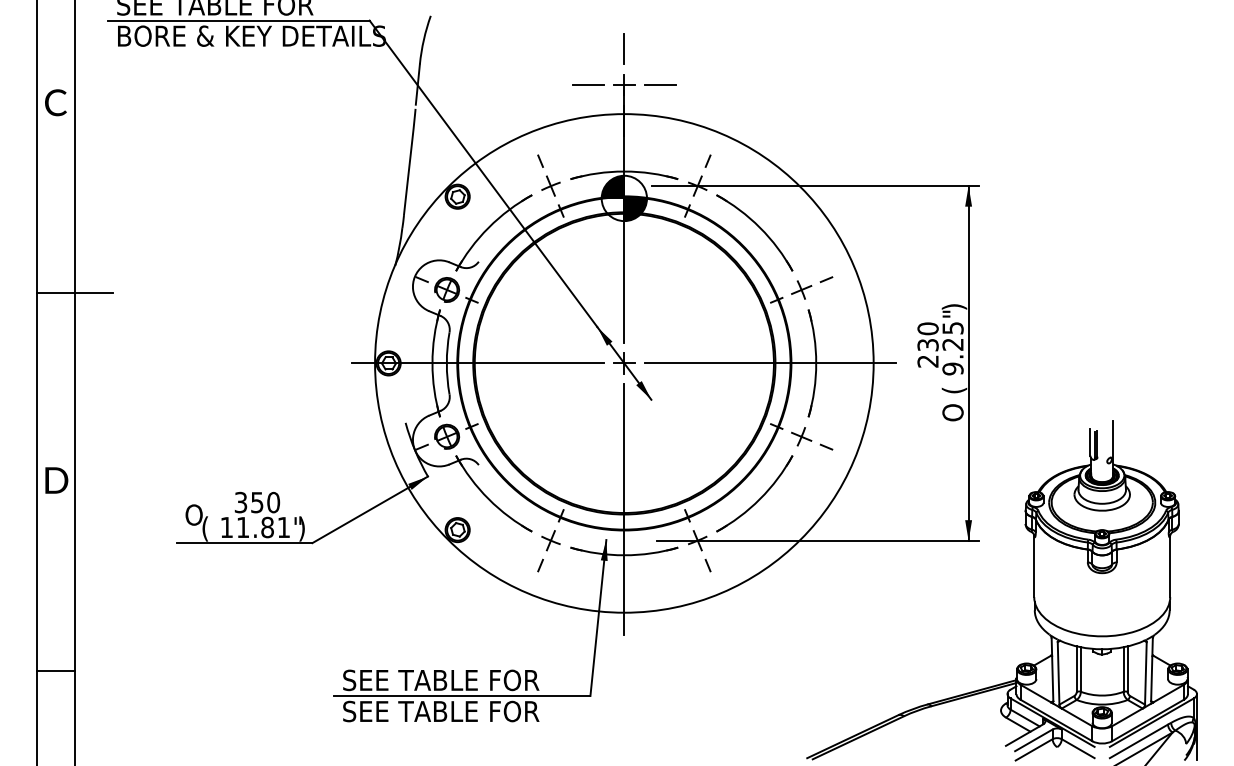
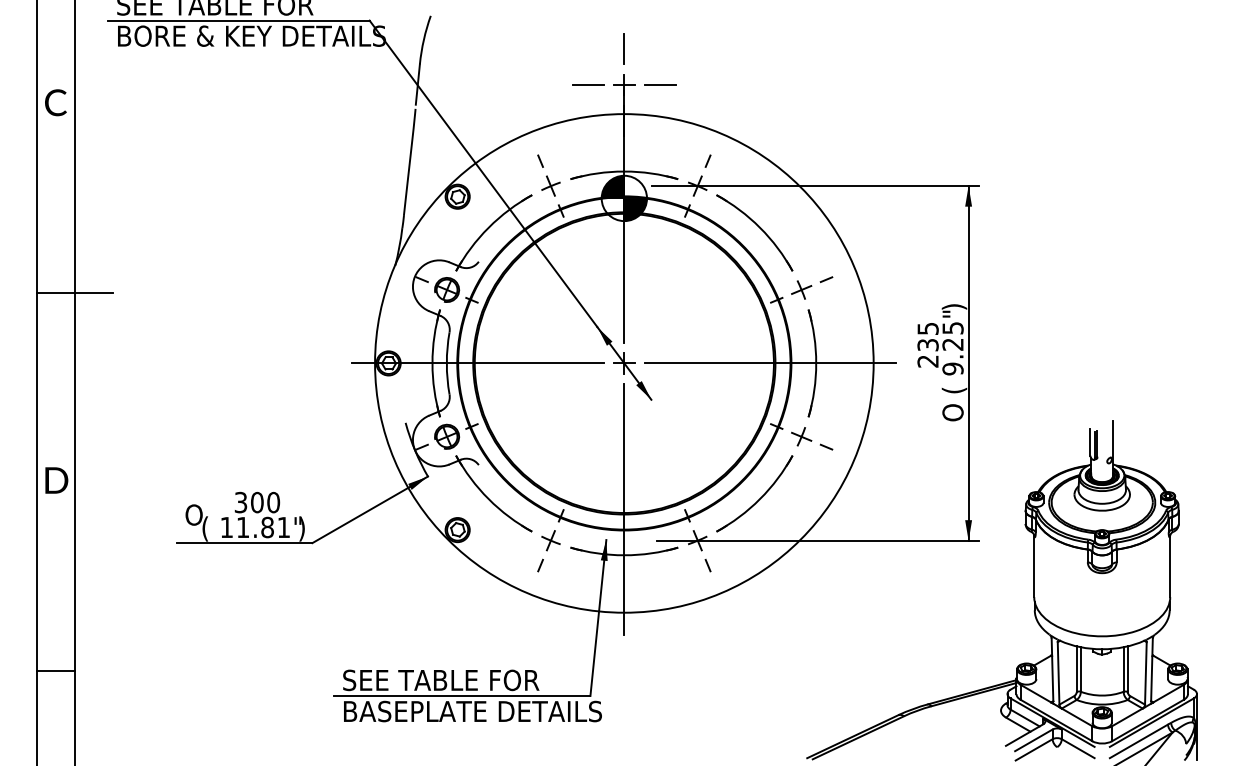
text at (927, 328): 230 -> 235
text at (257, 502): 350 -> 300
text at (472, 711): SEE TABLE FOR -> BASEPLATE DETAILS
